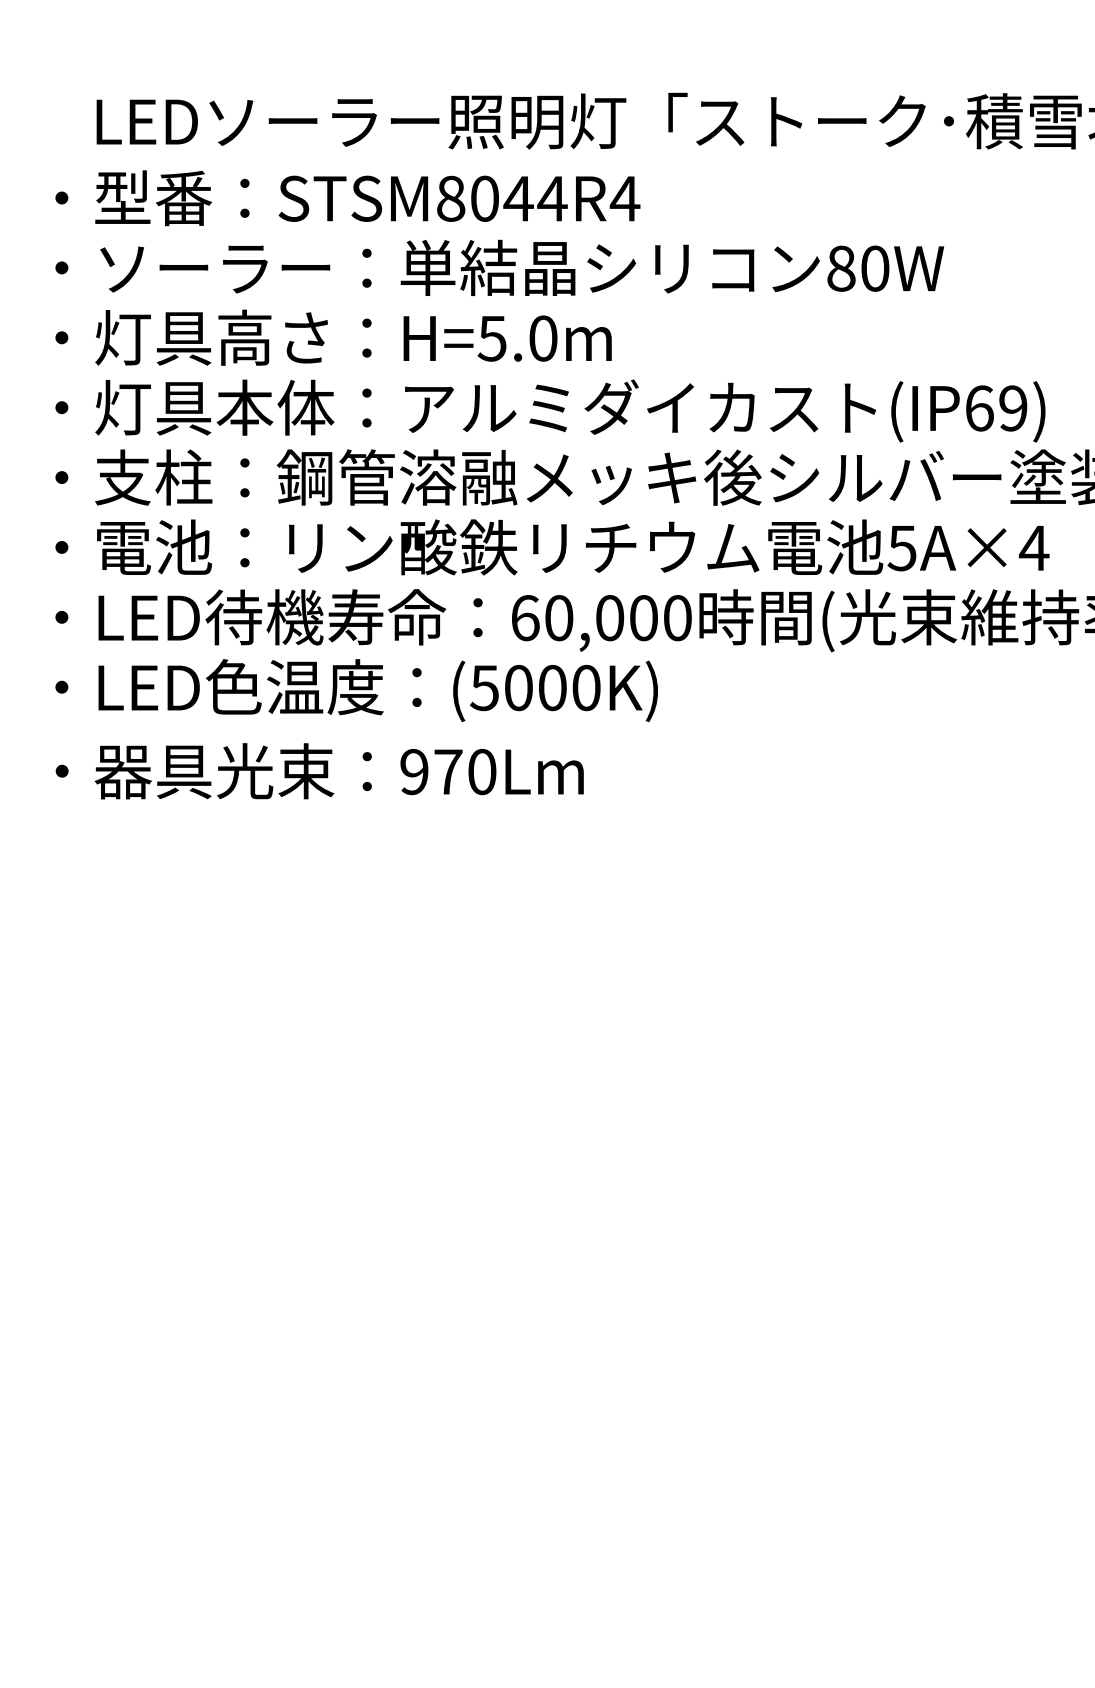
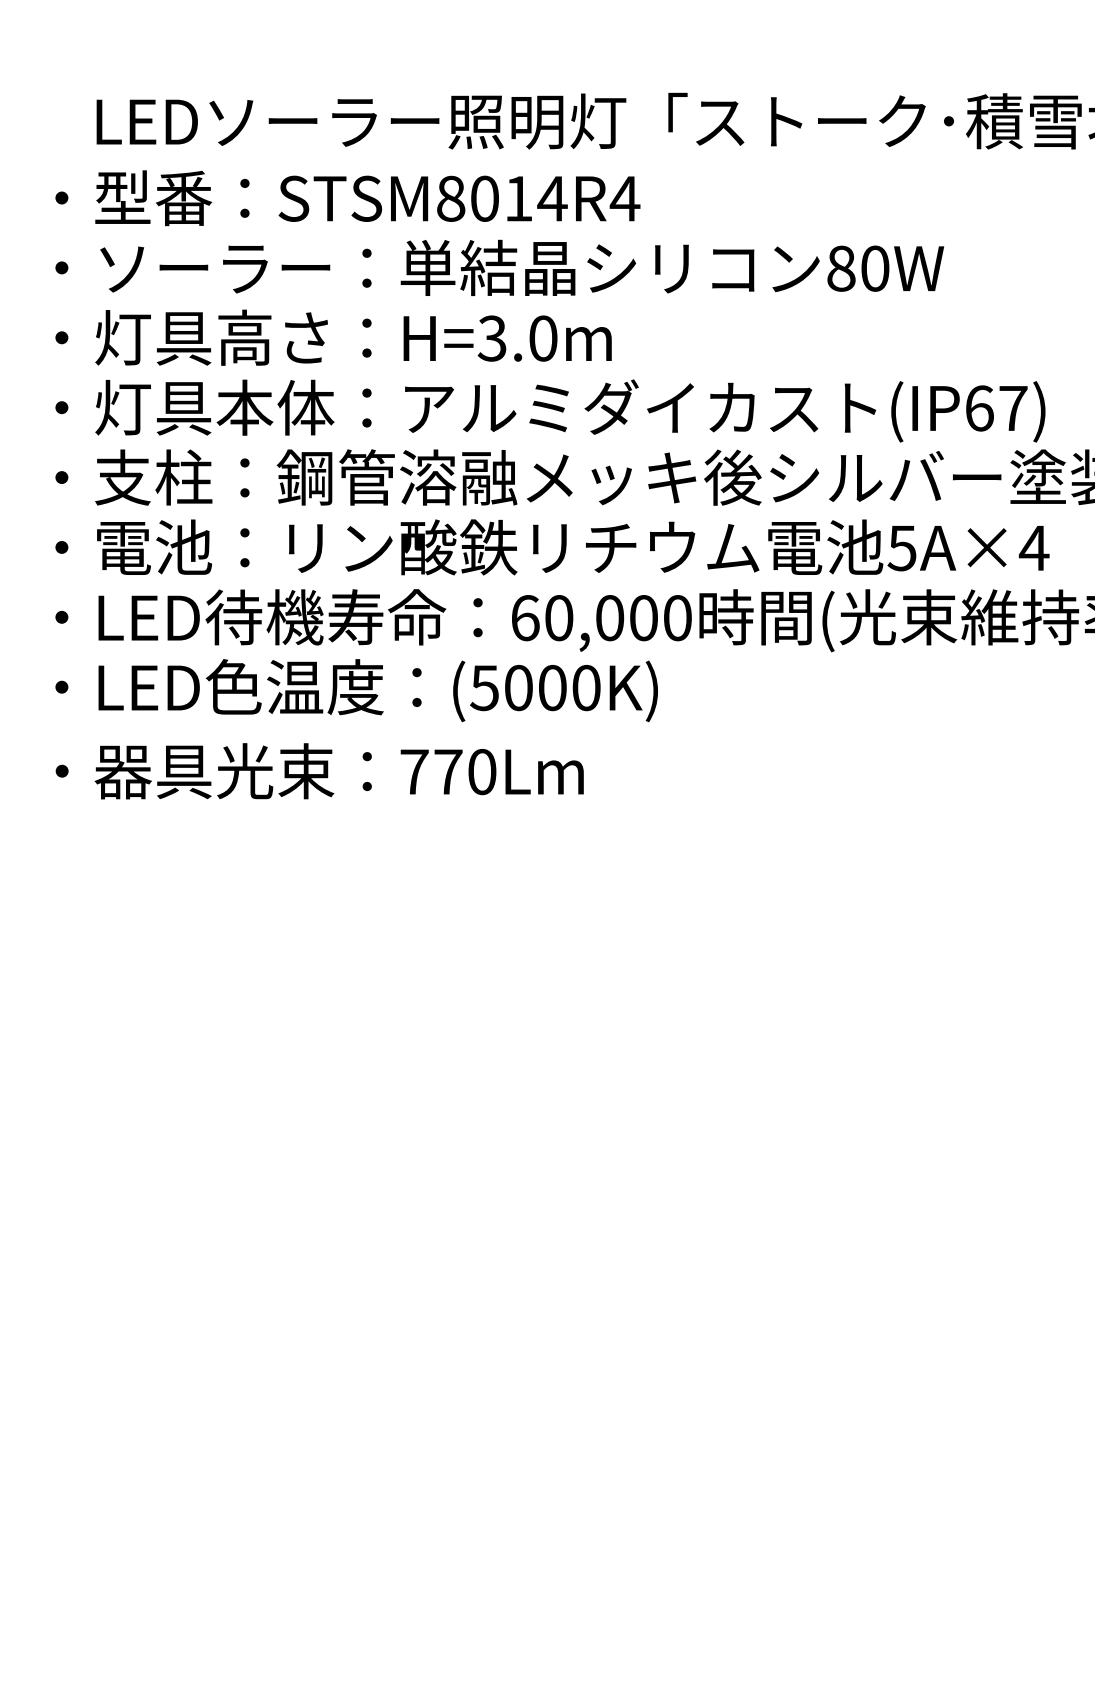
text at (518, 198): STSM8044R4 -> STSM8014R4
text at (492, 338): H=5.0m -> H=3.0m
text at (1013, 408): (IP69) -> (IP67)
text at (414, 771): 970Lm -> 770Lm
